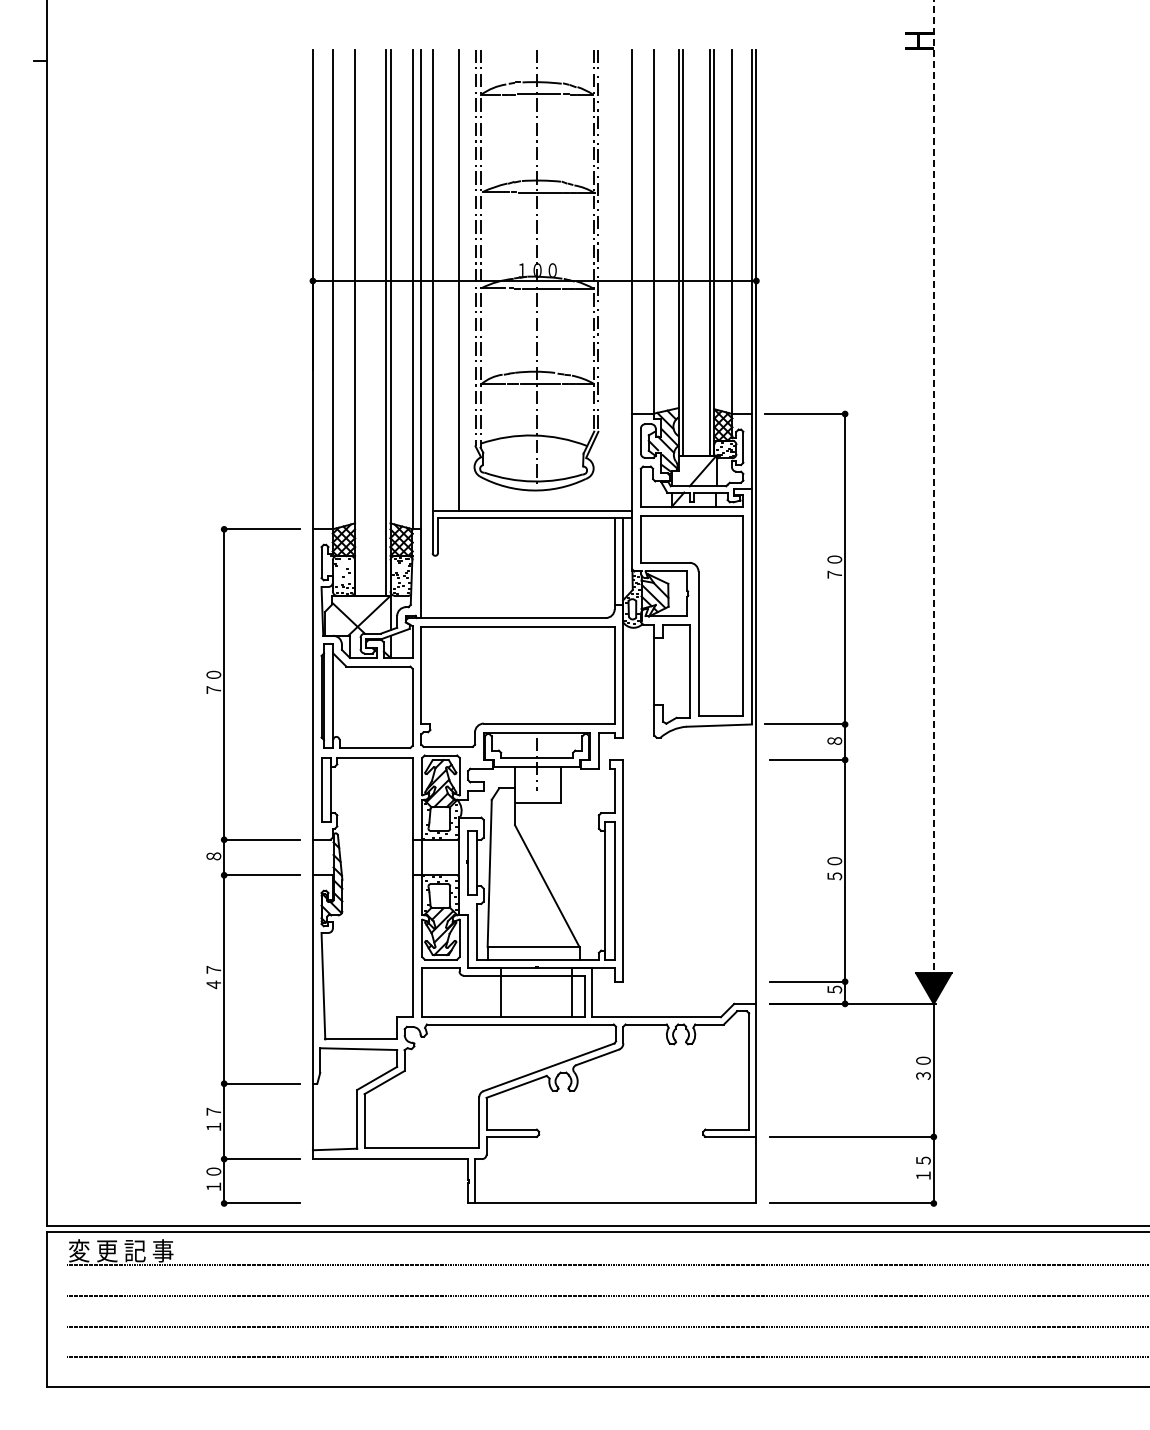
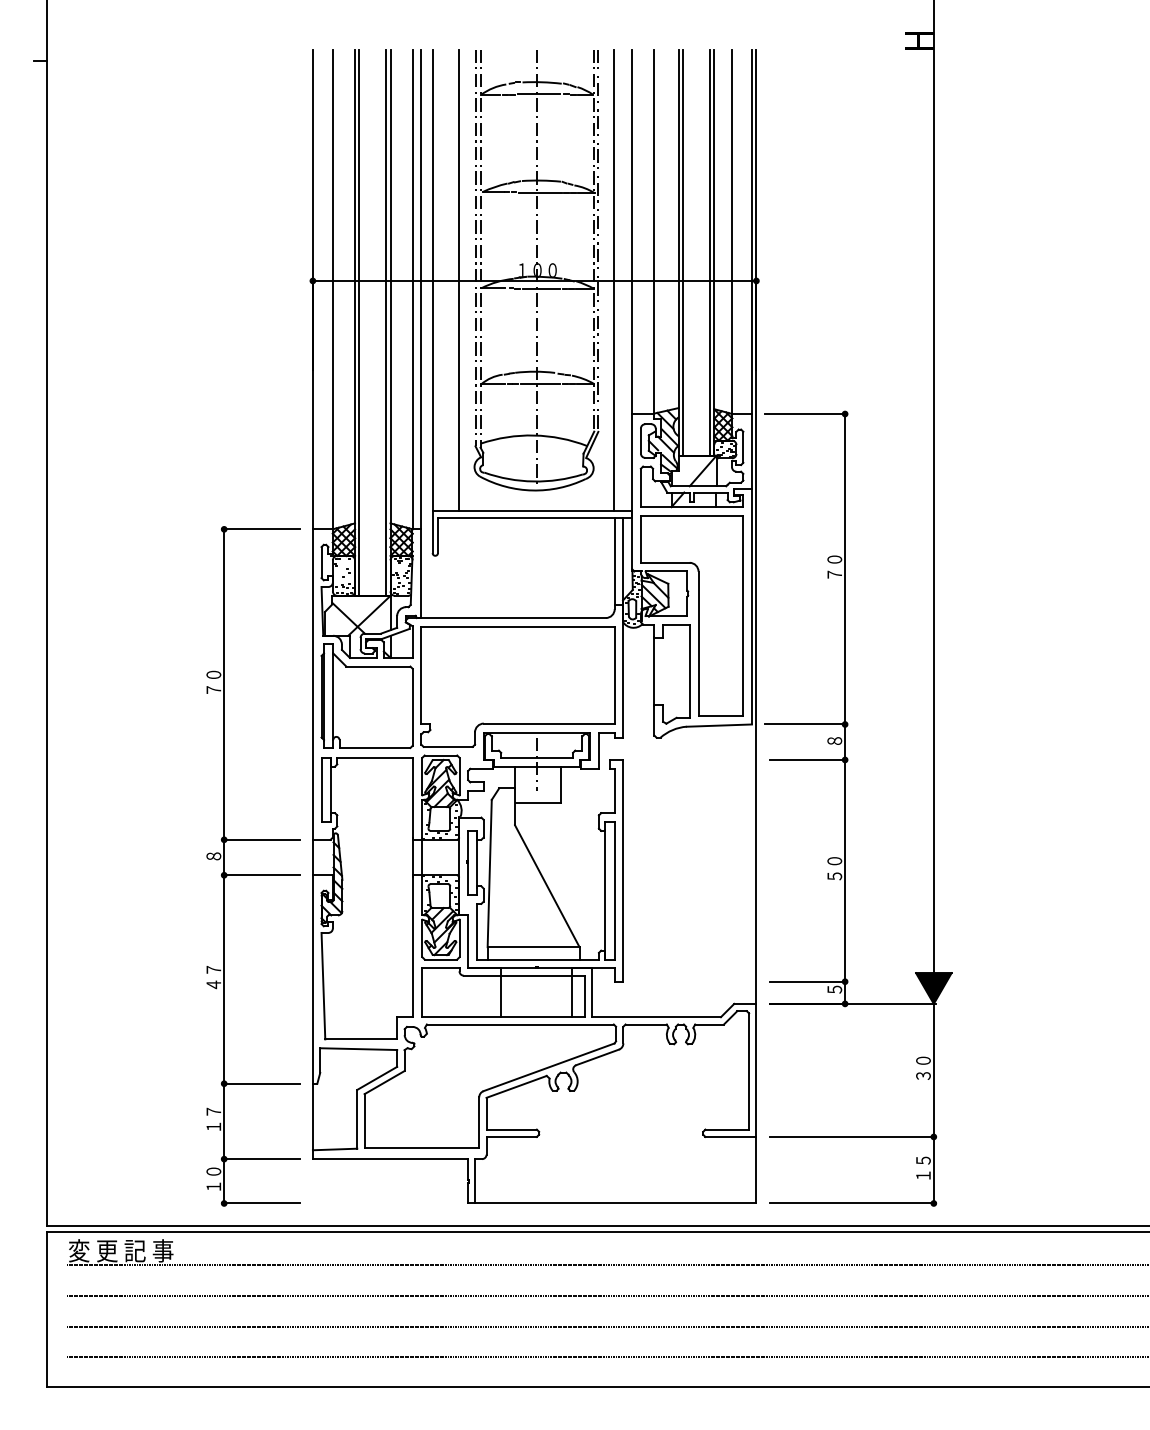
line at (613, 280): none -> present
line at (359, 322): none -> present
line at (933, 502): dashed -> solid
